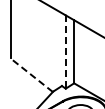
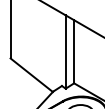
line at (65, 52): dashed -> solid
line at (31, 75): dashed -> solid
